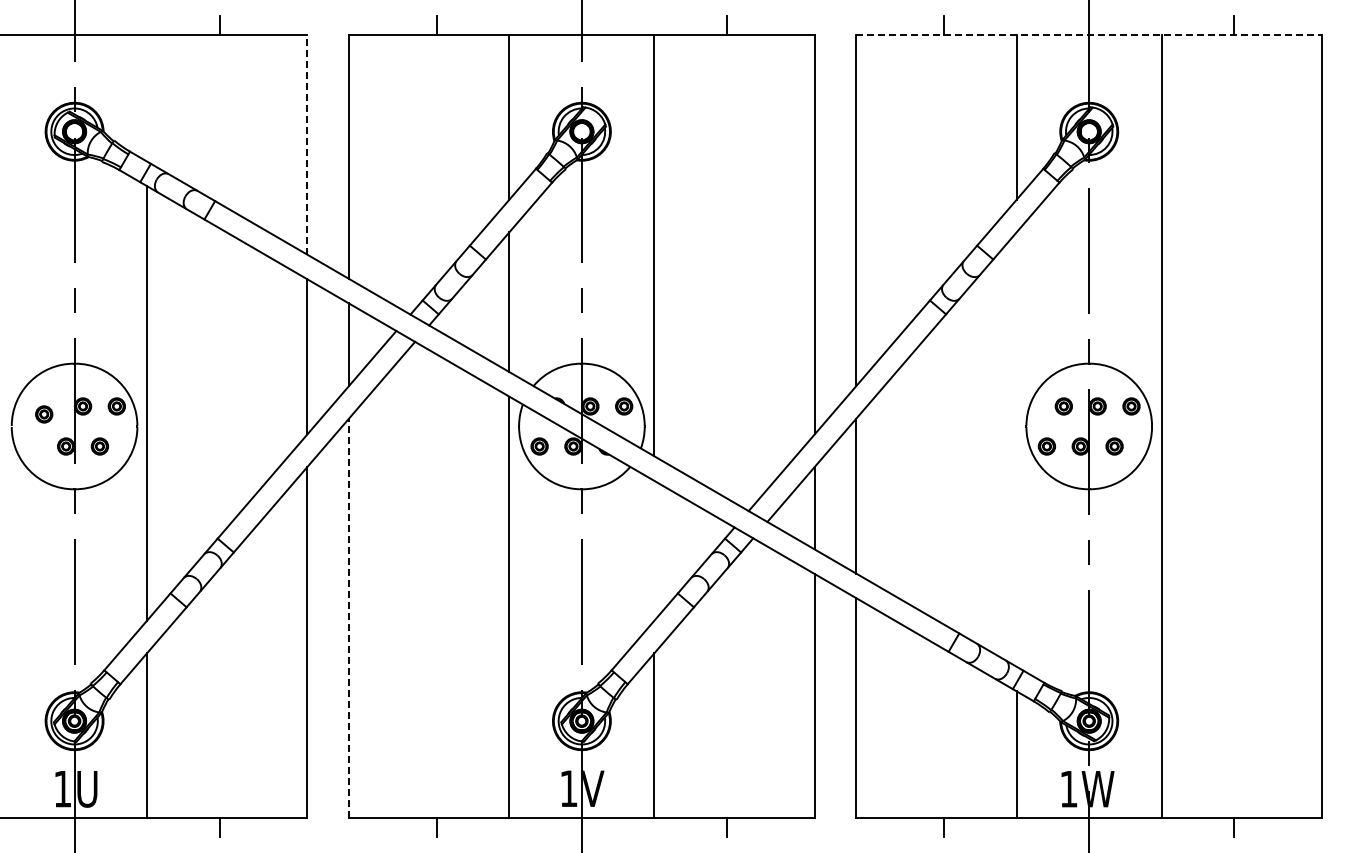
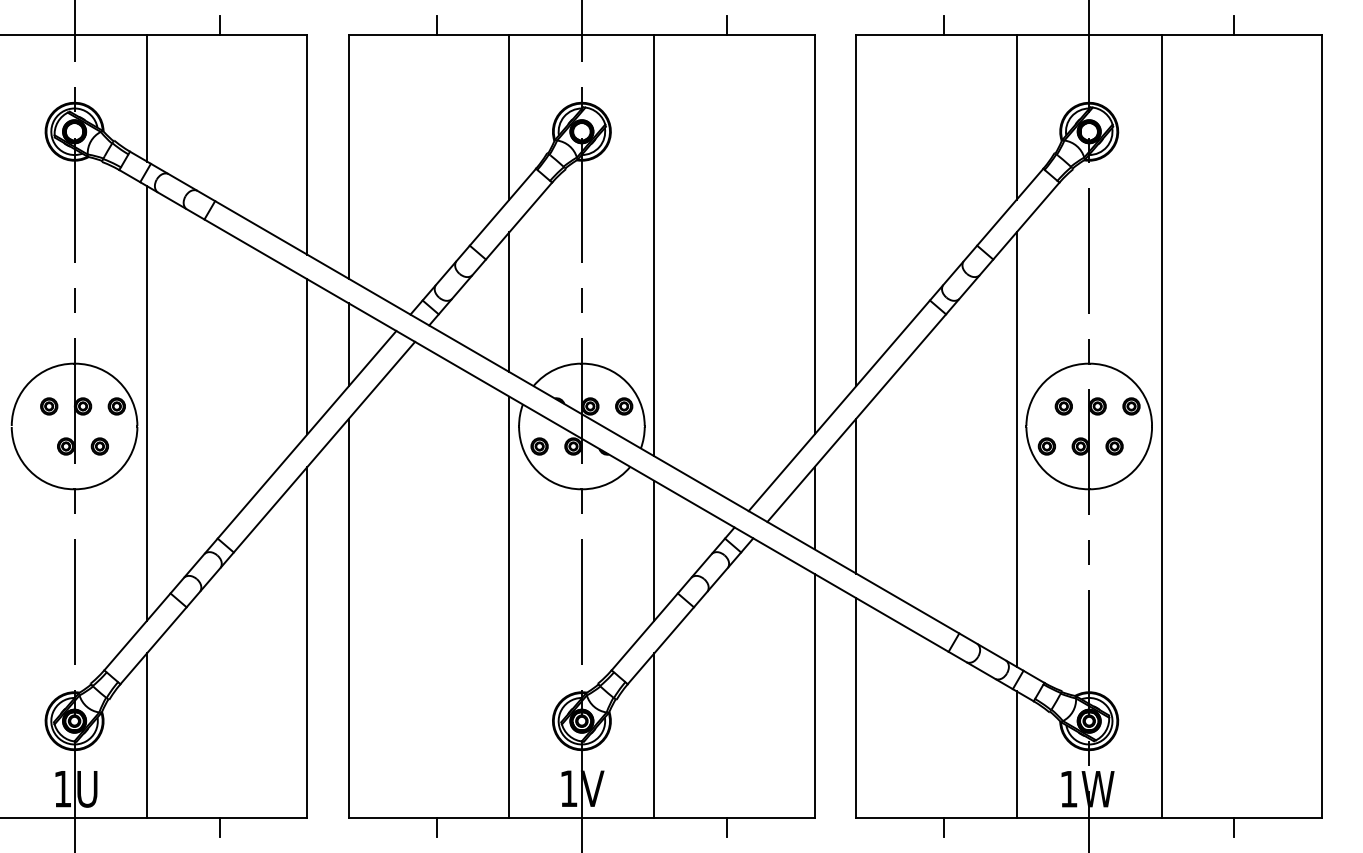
line at (1089, 35): dashed -> solid
line at (147, 98): none -> present
line at (307, 144): dashed -> solid
part at (44, 414) position: (44, 414) -> (49, 406)
line at (1016, 449): none -> present
line at (654, 550): none -> present
line at (349, 618): dashed -> solid
